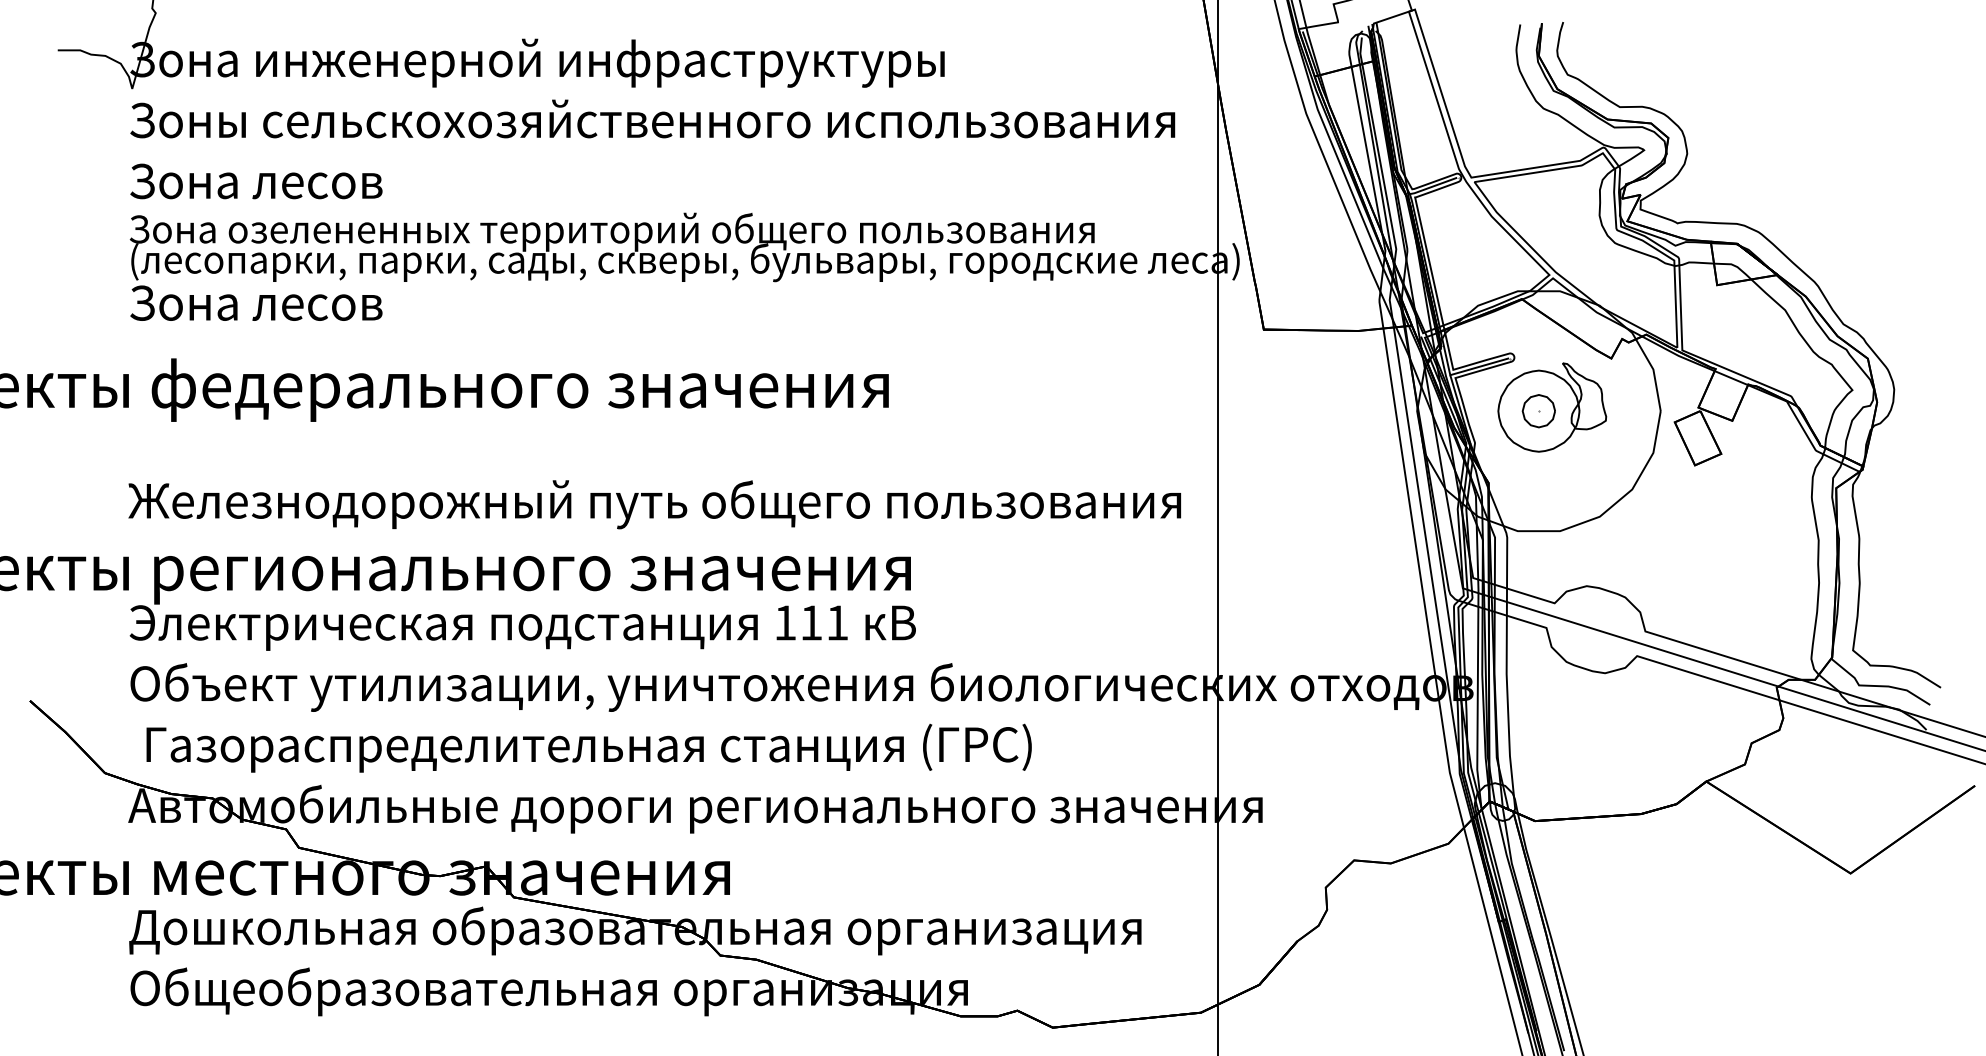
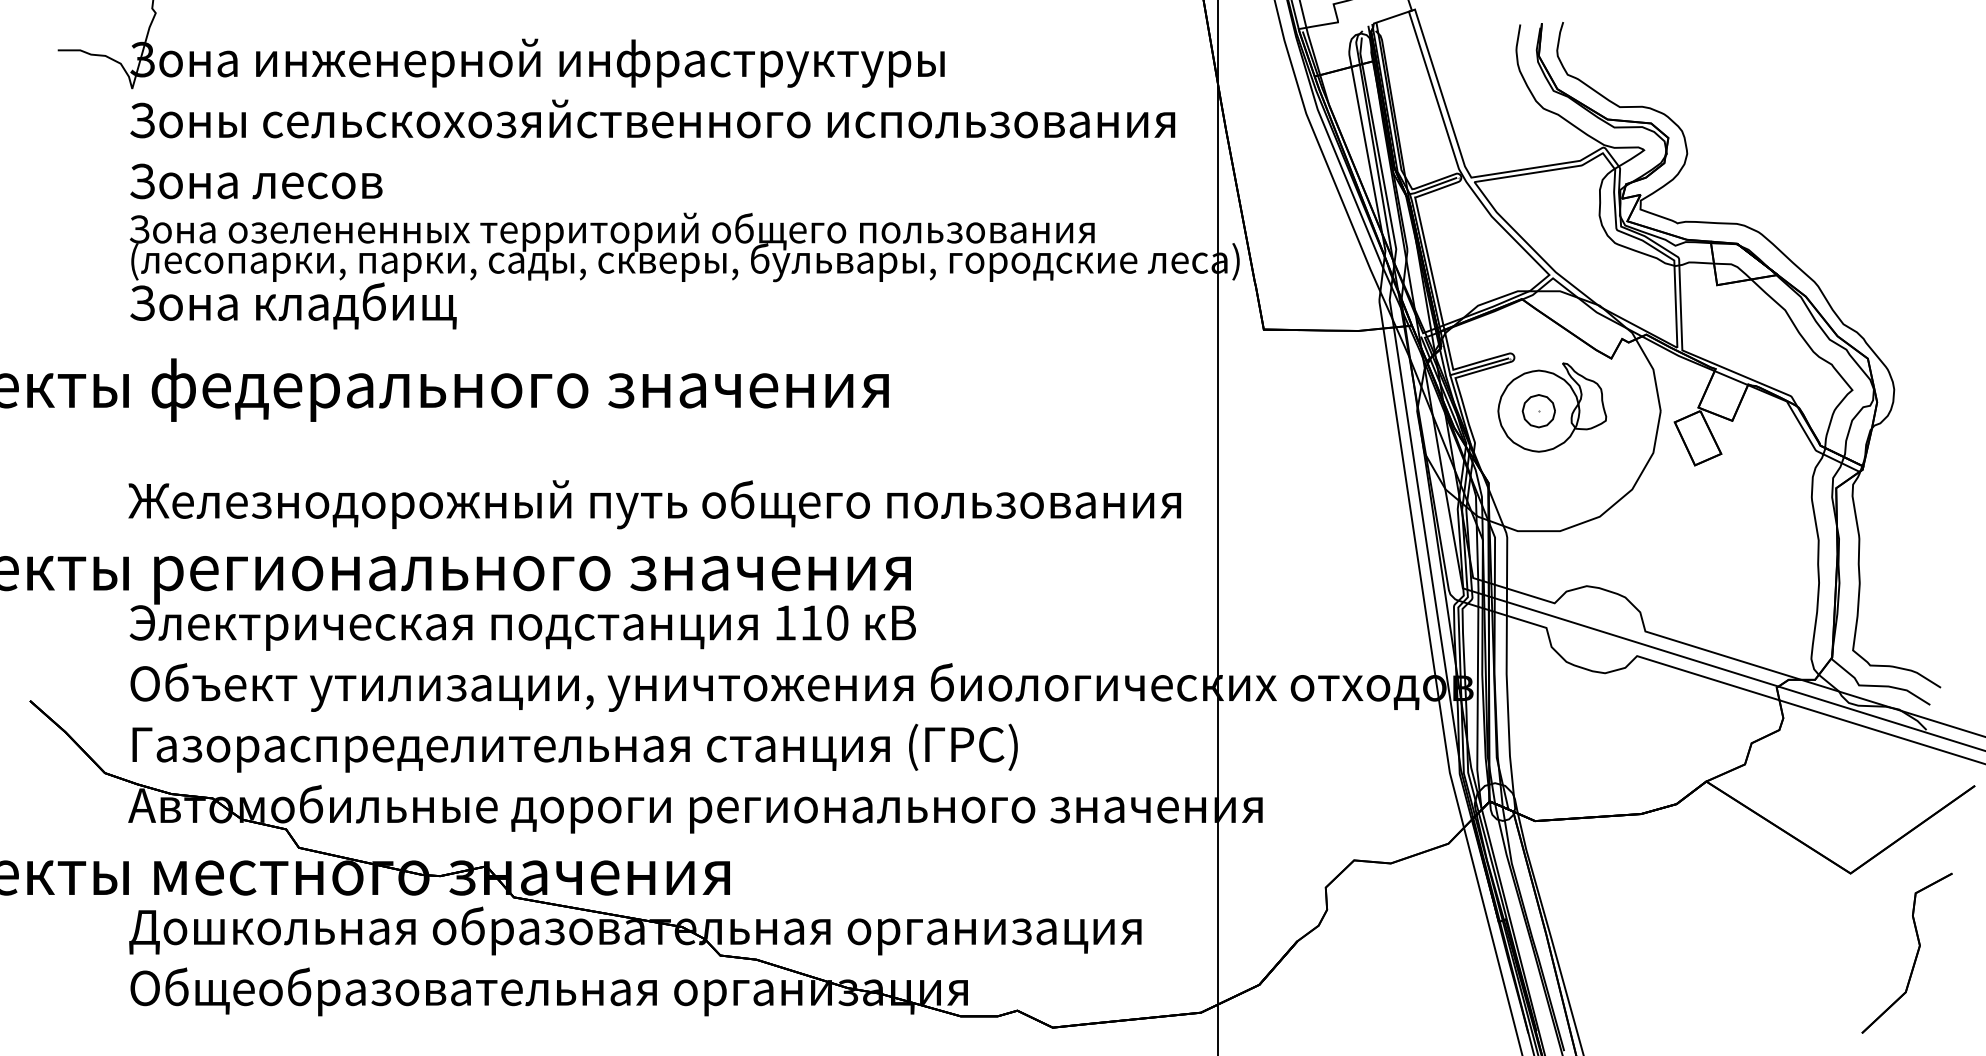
text at (354, 305): Зона лесов -> Зона кладбищ
text at (837, 622): 111 -> 110
text at (588, 747) position: (588, 747) -> (574, 747)
part at (1915, 955): none -> present
